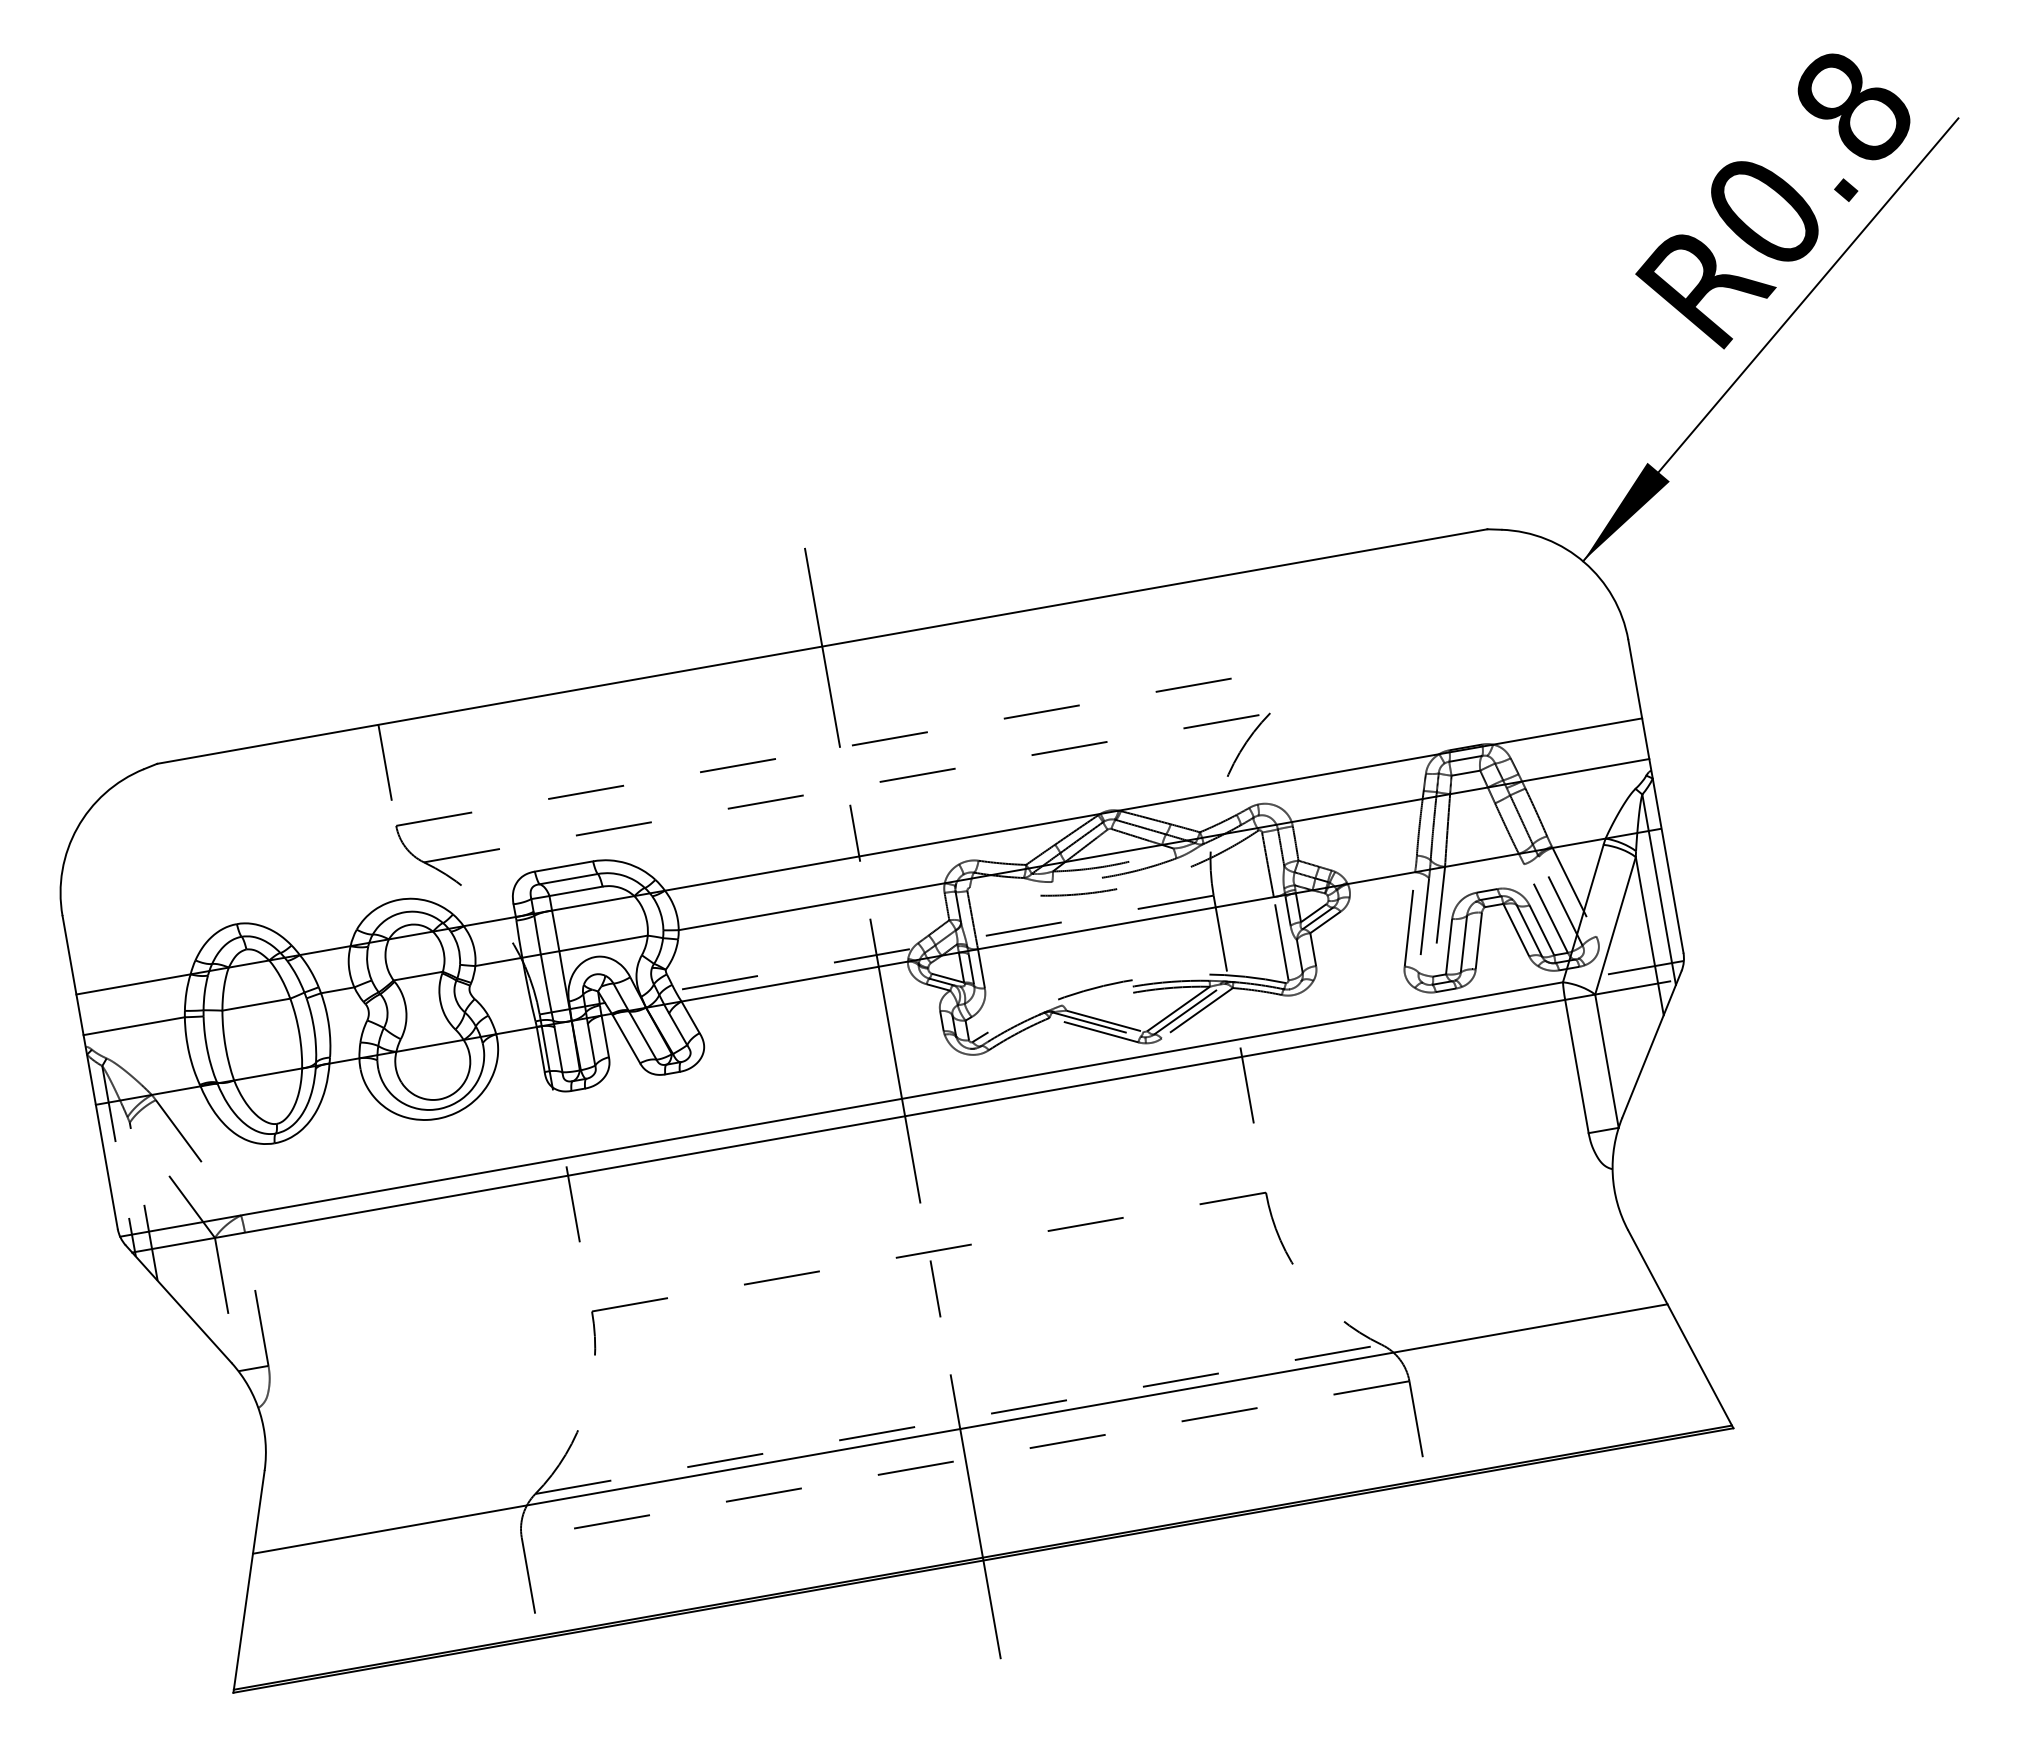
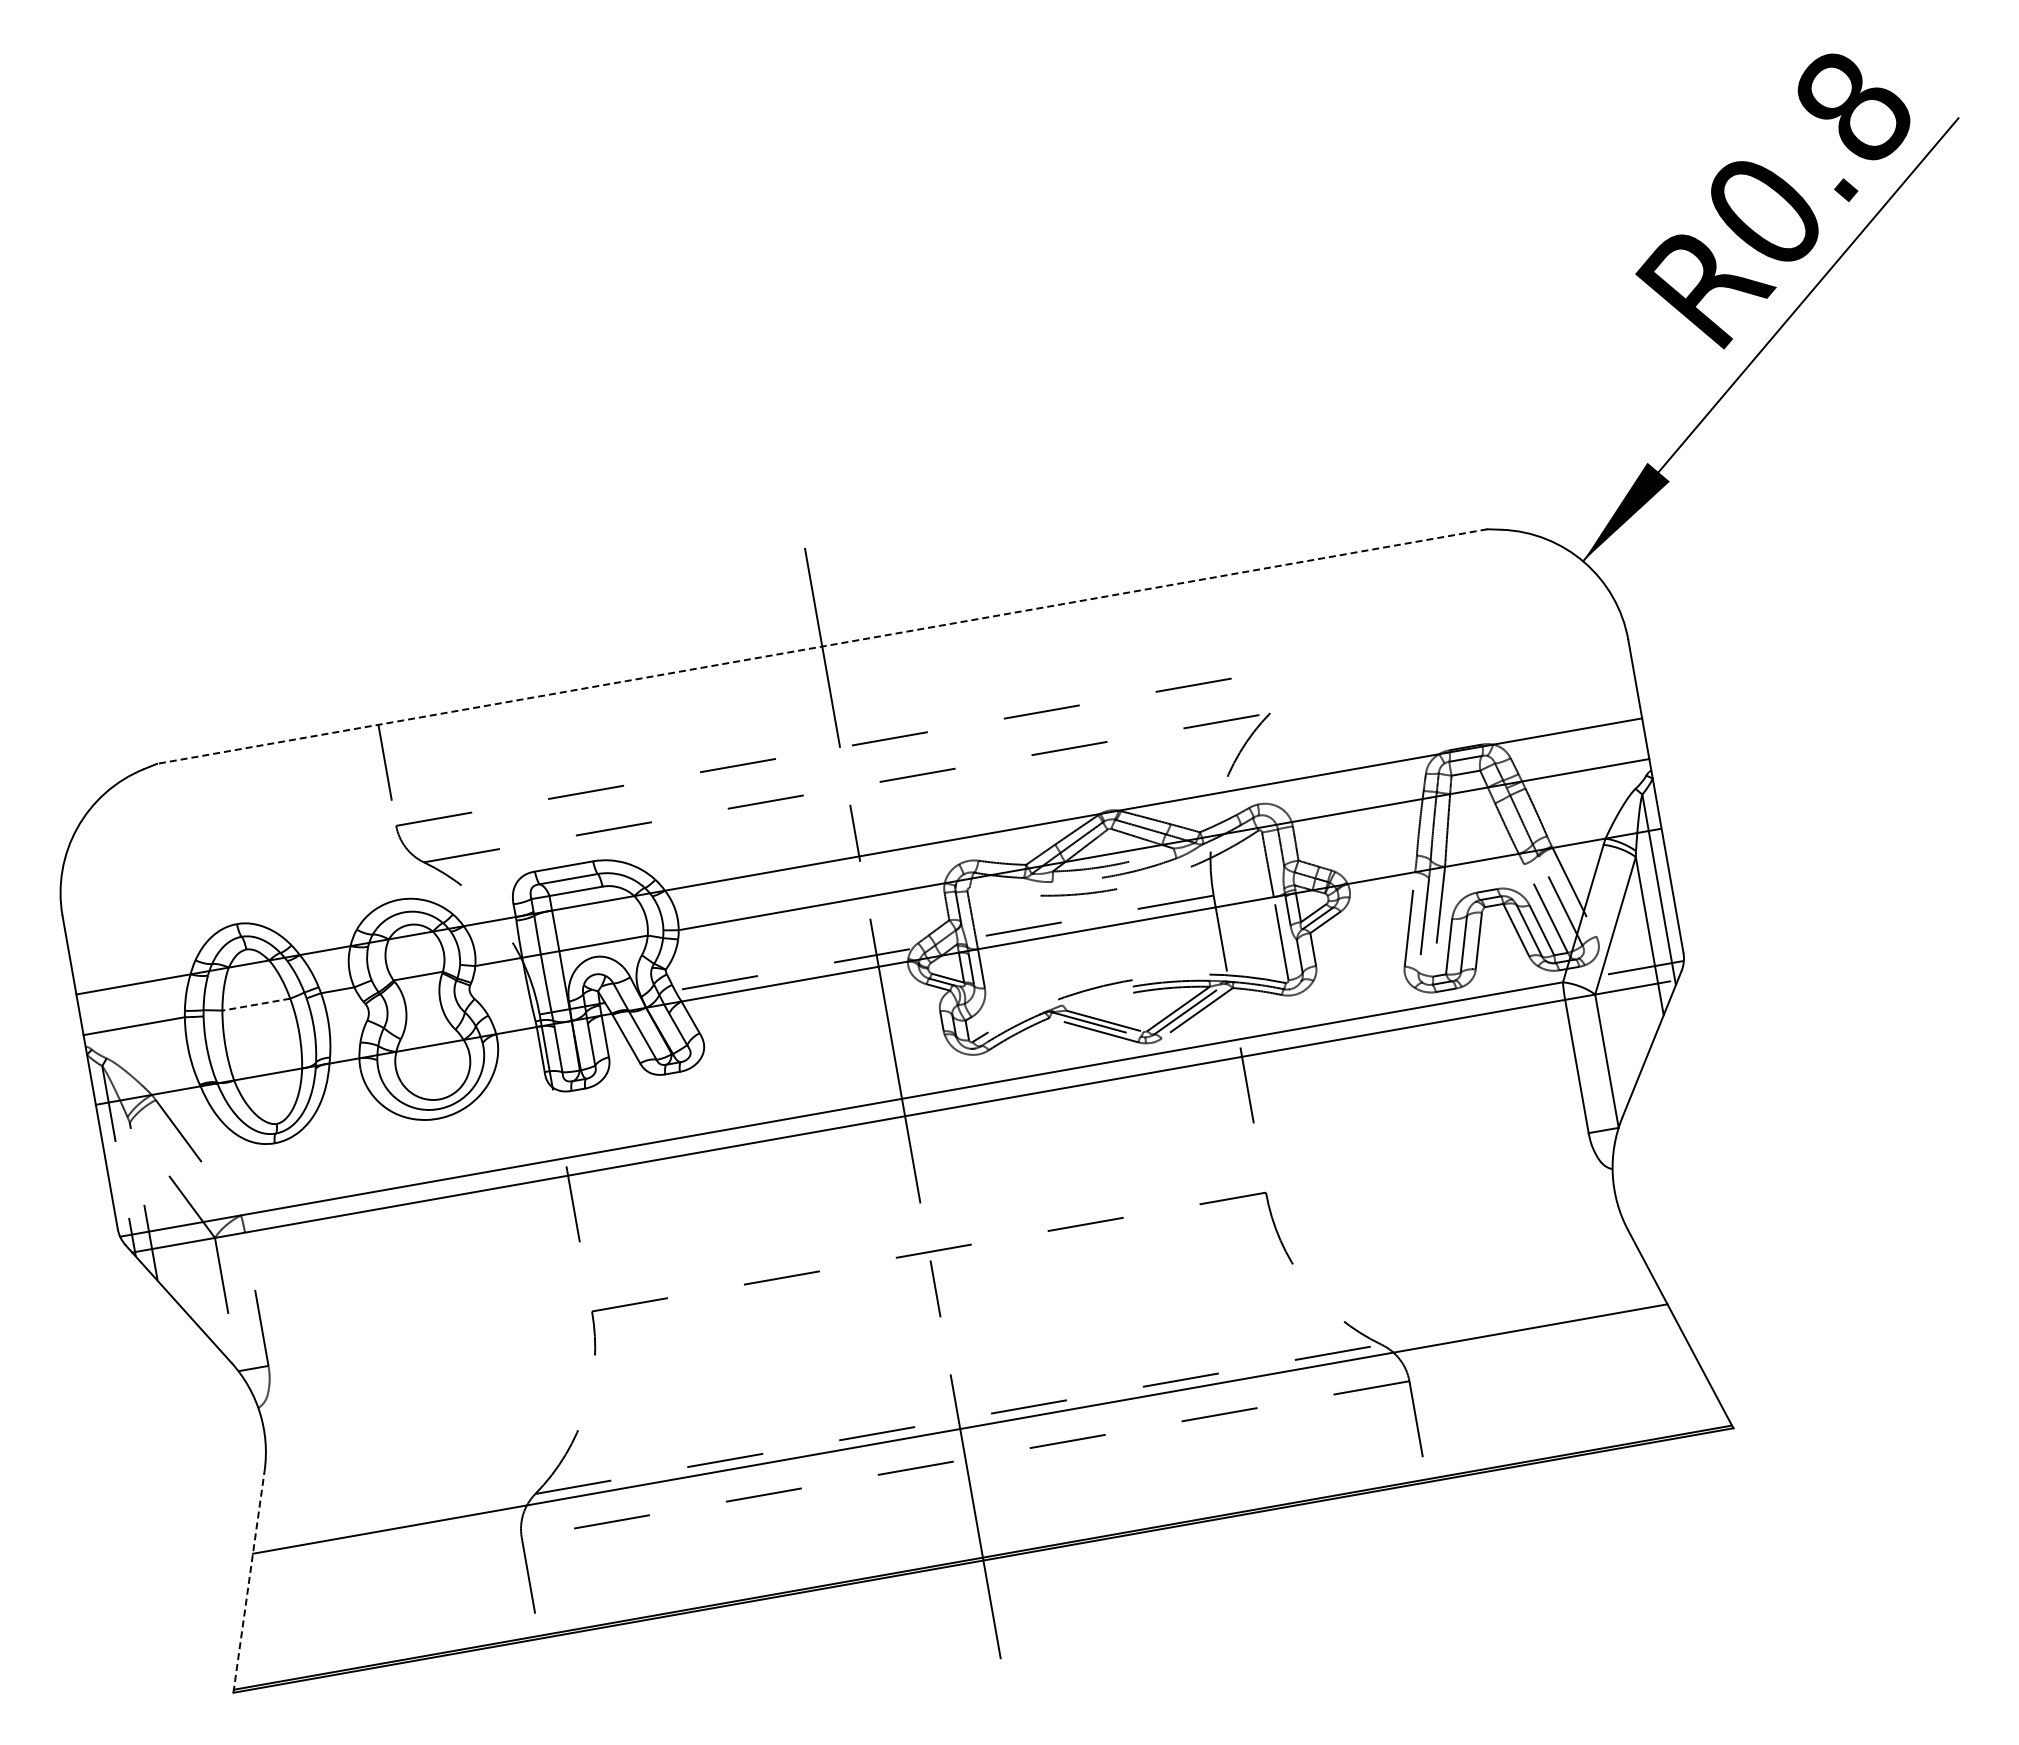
line at (821, 646): solid -> dashed
line at (255, 1004): solid -> dashed
line at (249, 1581): solid -> dashed
